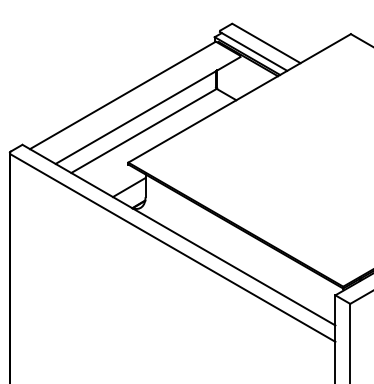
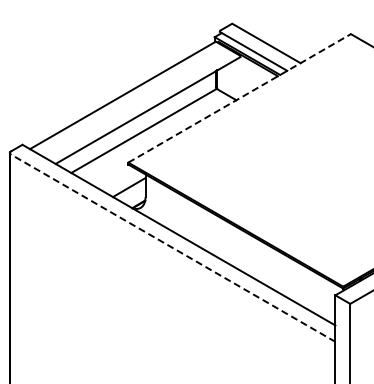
line at (240, 98): solid -> dashed
line at (172, 248): solid -> dashed
